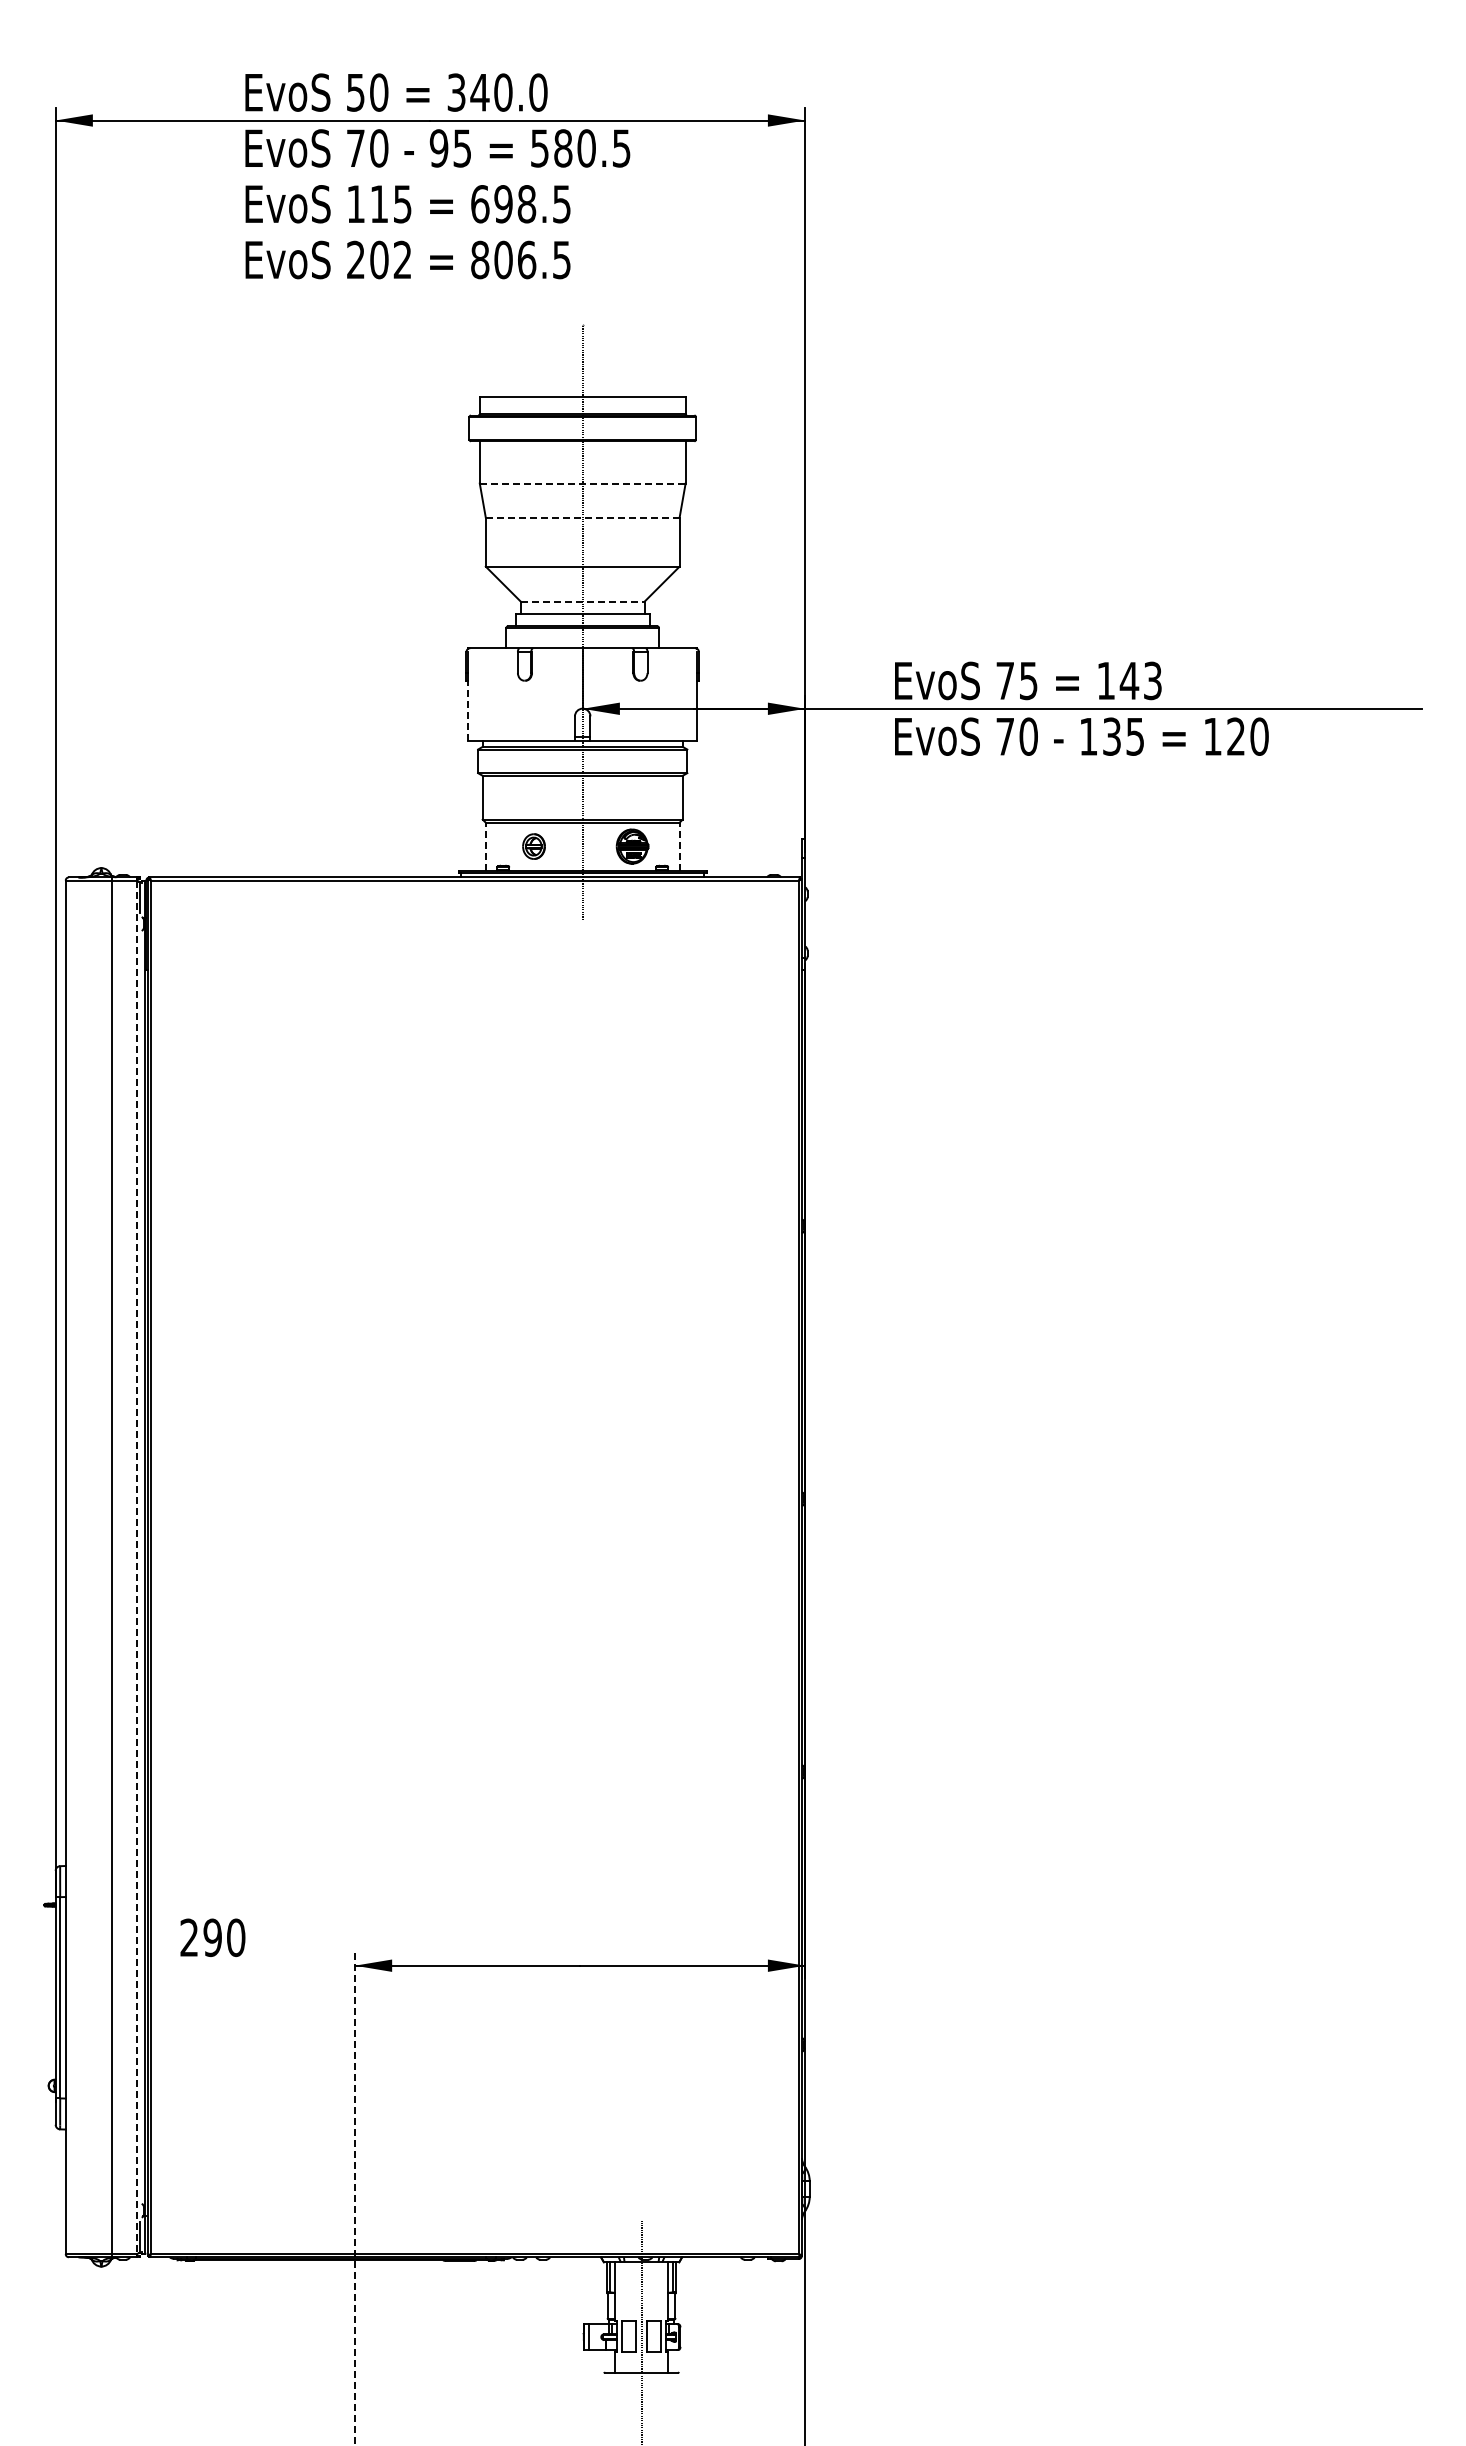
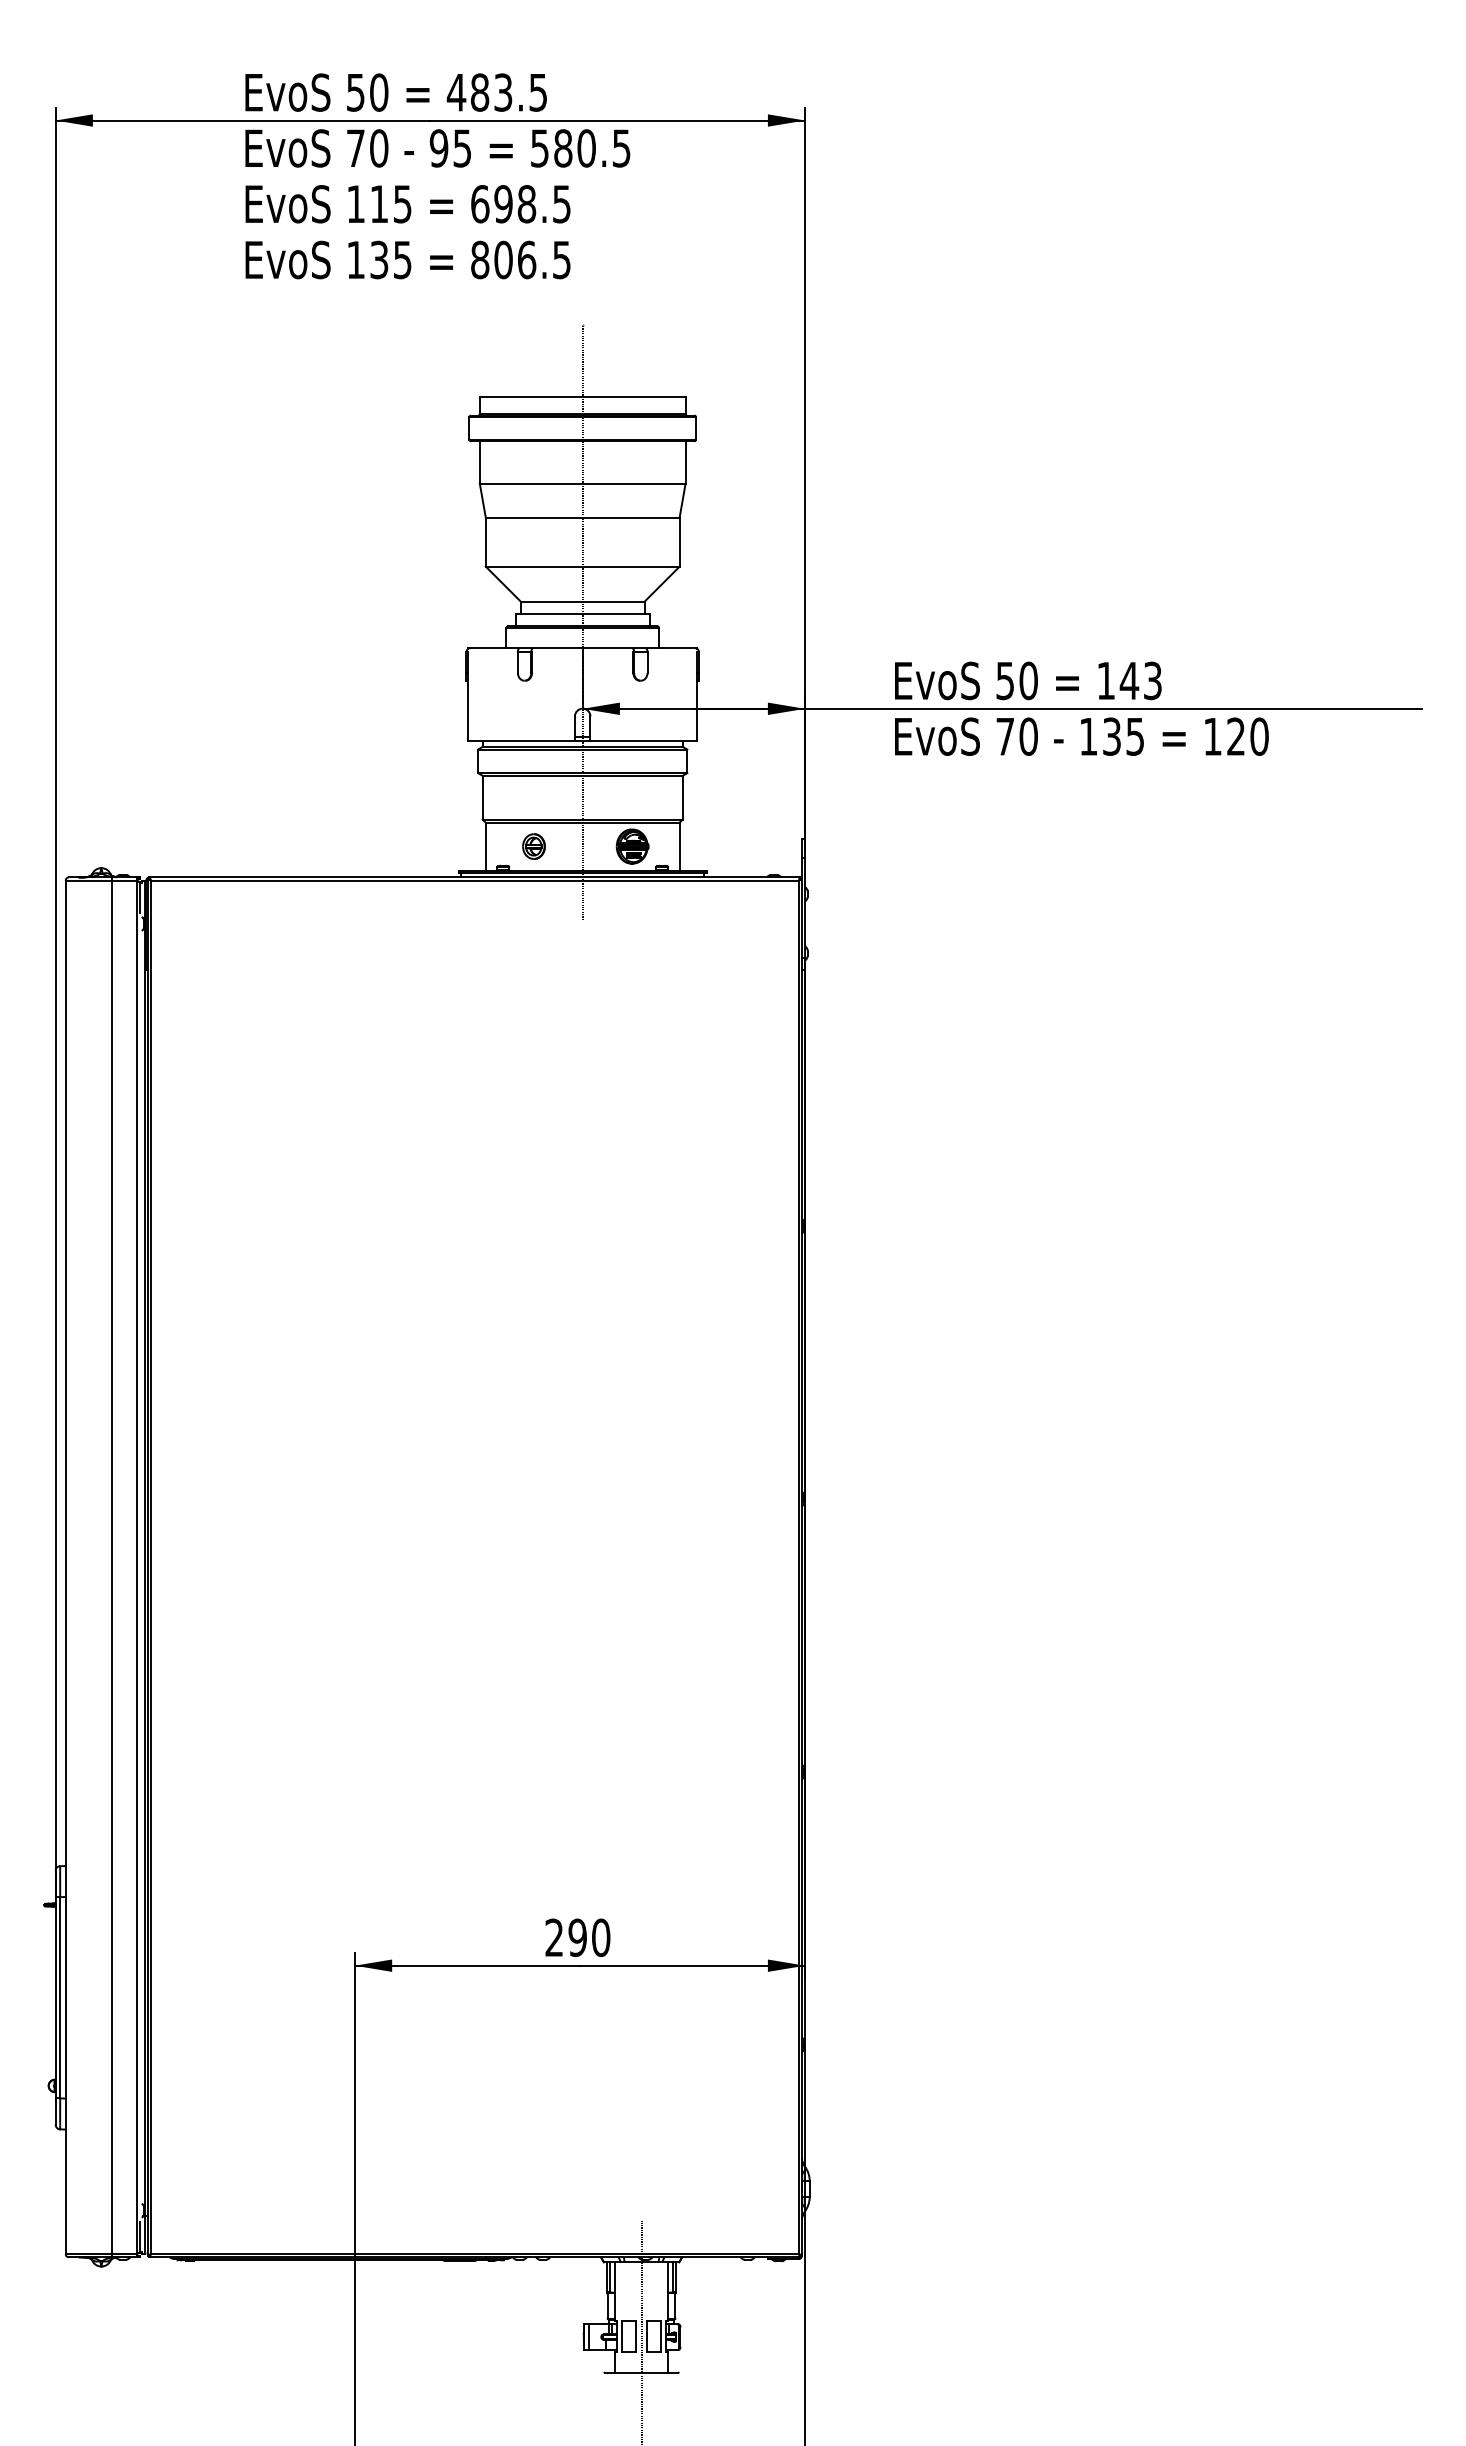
text at (496, 92): 340.0 -> 483.5
text at (379, 259): 202 -> 135
line at (582, 483): dashed -> solid
line at (582, 517): dashed -> solid
line at (583, 601): dashed -> solid
text at (1016, 680): 75 -> 50
line at (468, 710): dashed -> solid
line at (485, 846): dashed -> solid
line at (679, 846): dashed -> solid
line at (137, 1567): dashed -> solid
text at (212, 1937) position: (212, 1937) -> (577, 1937)
line at (354, 2199): dashed -> solid
